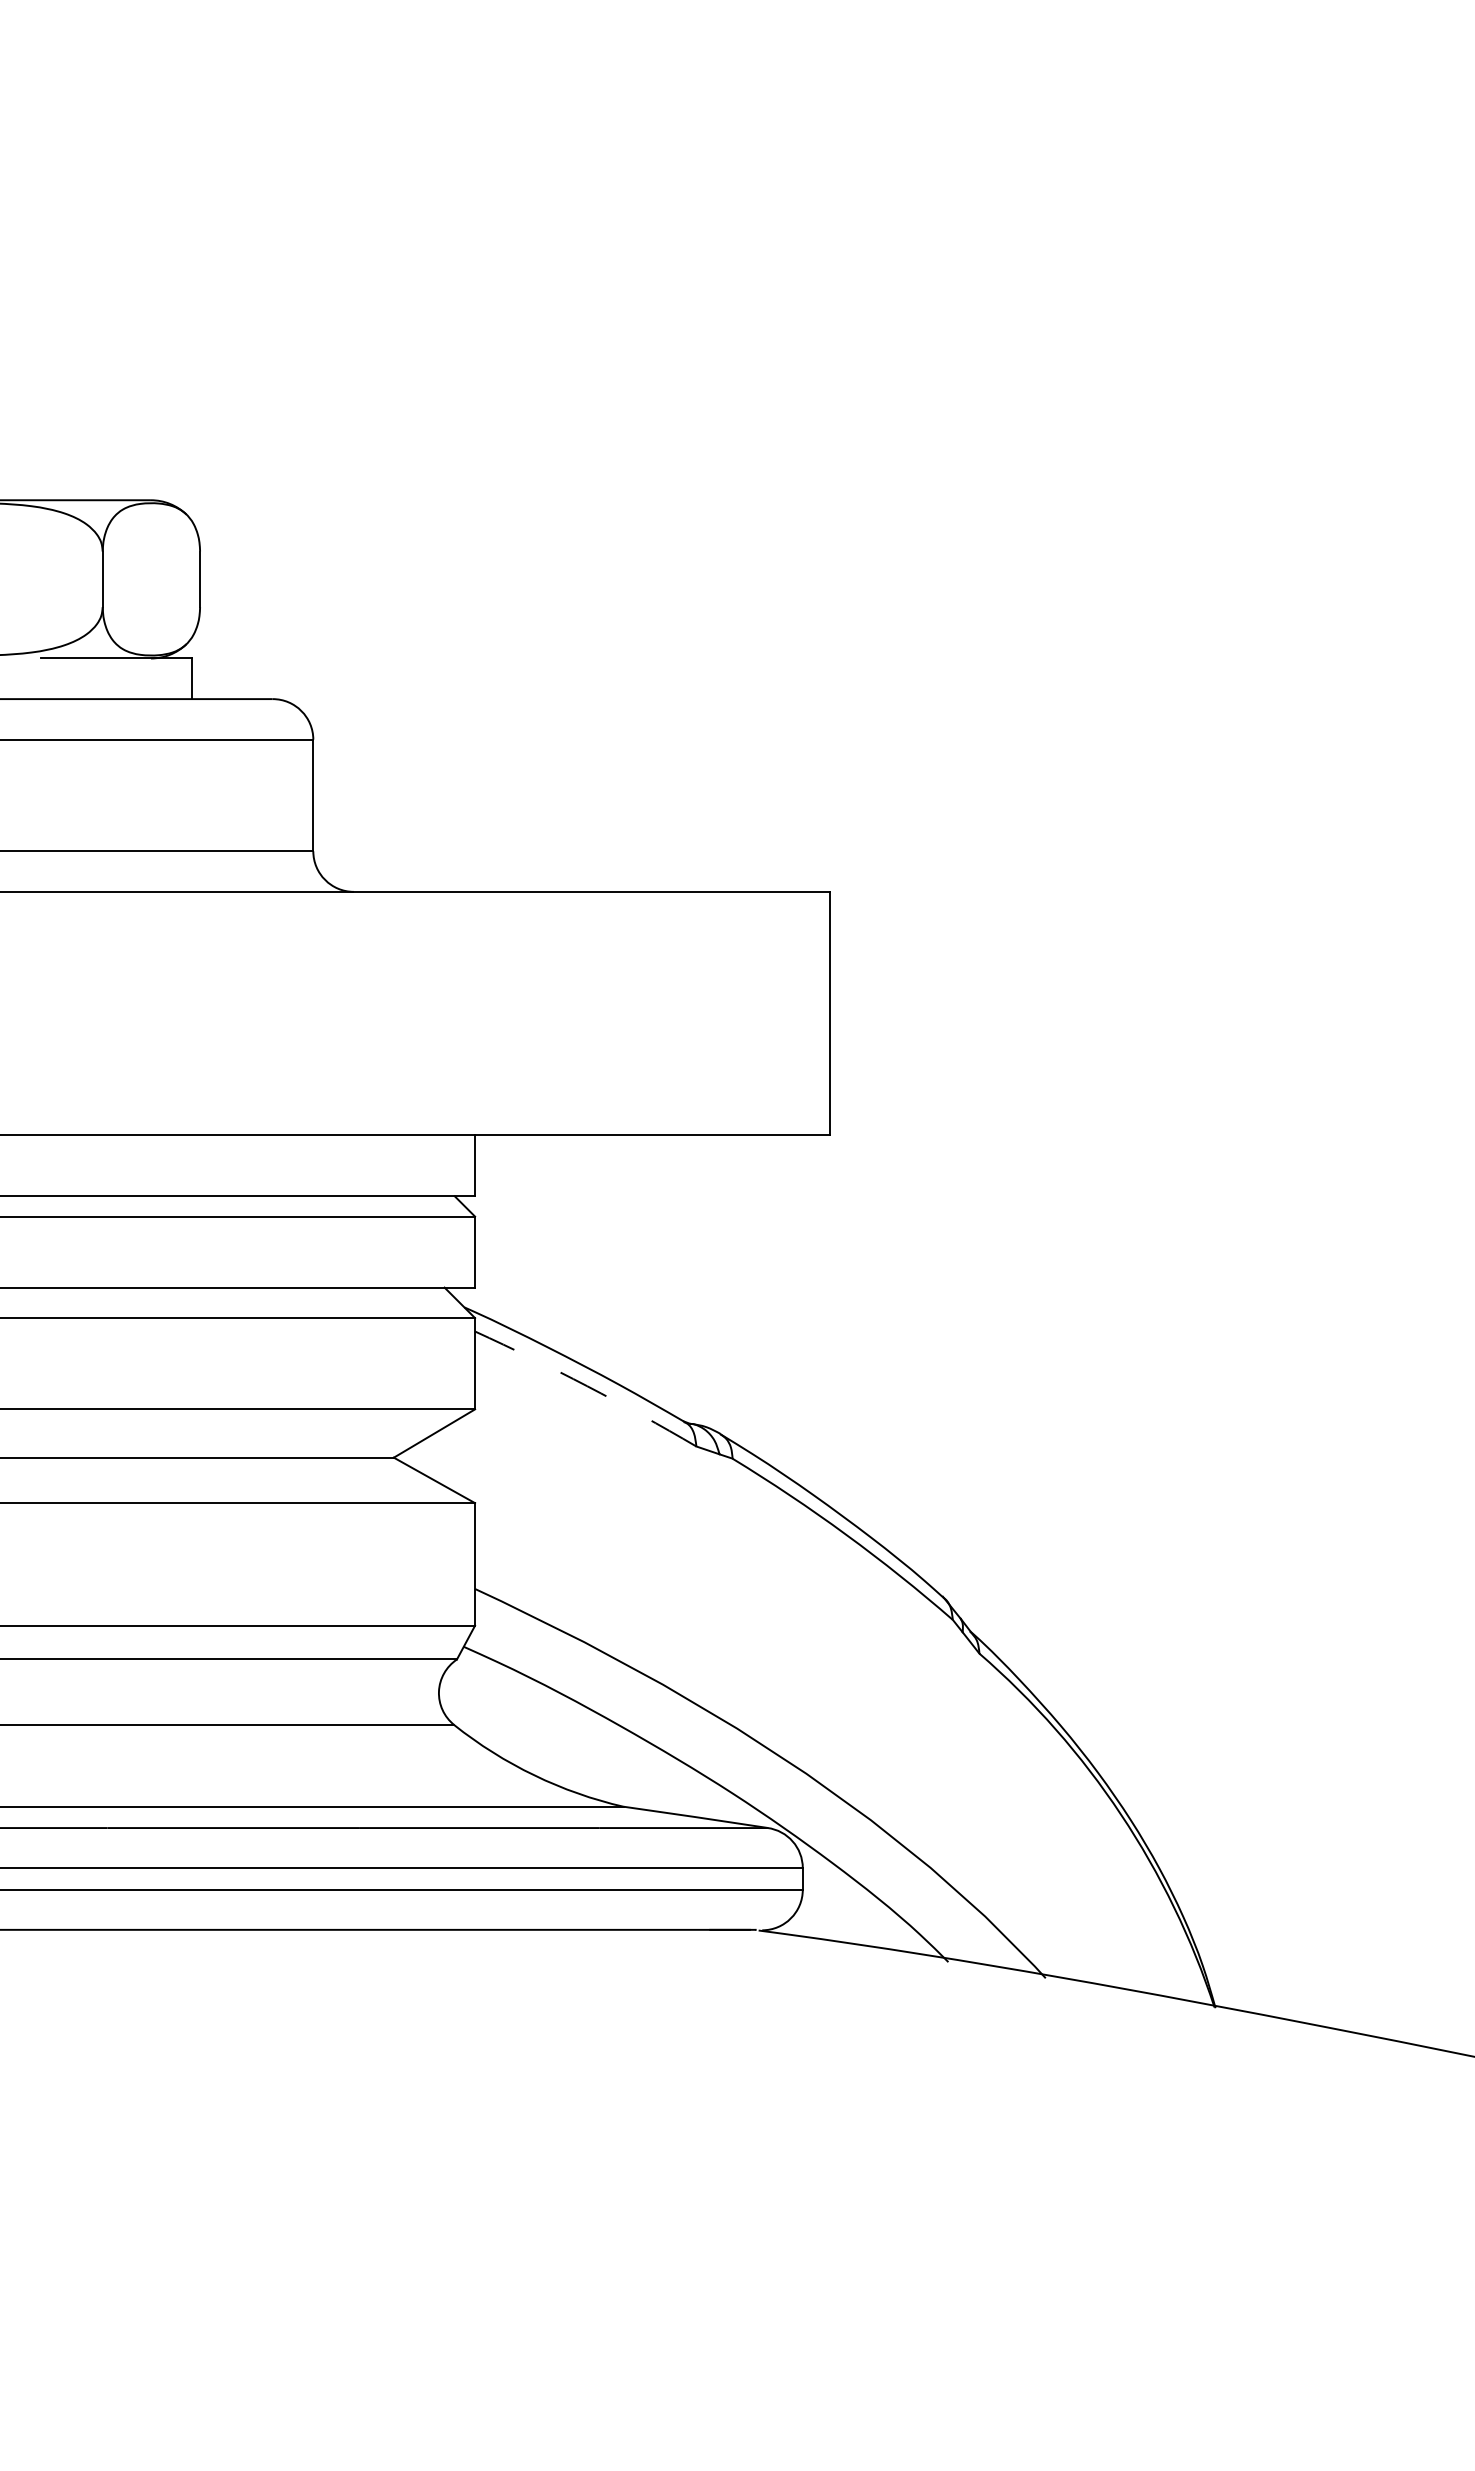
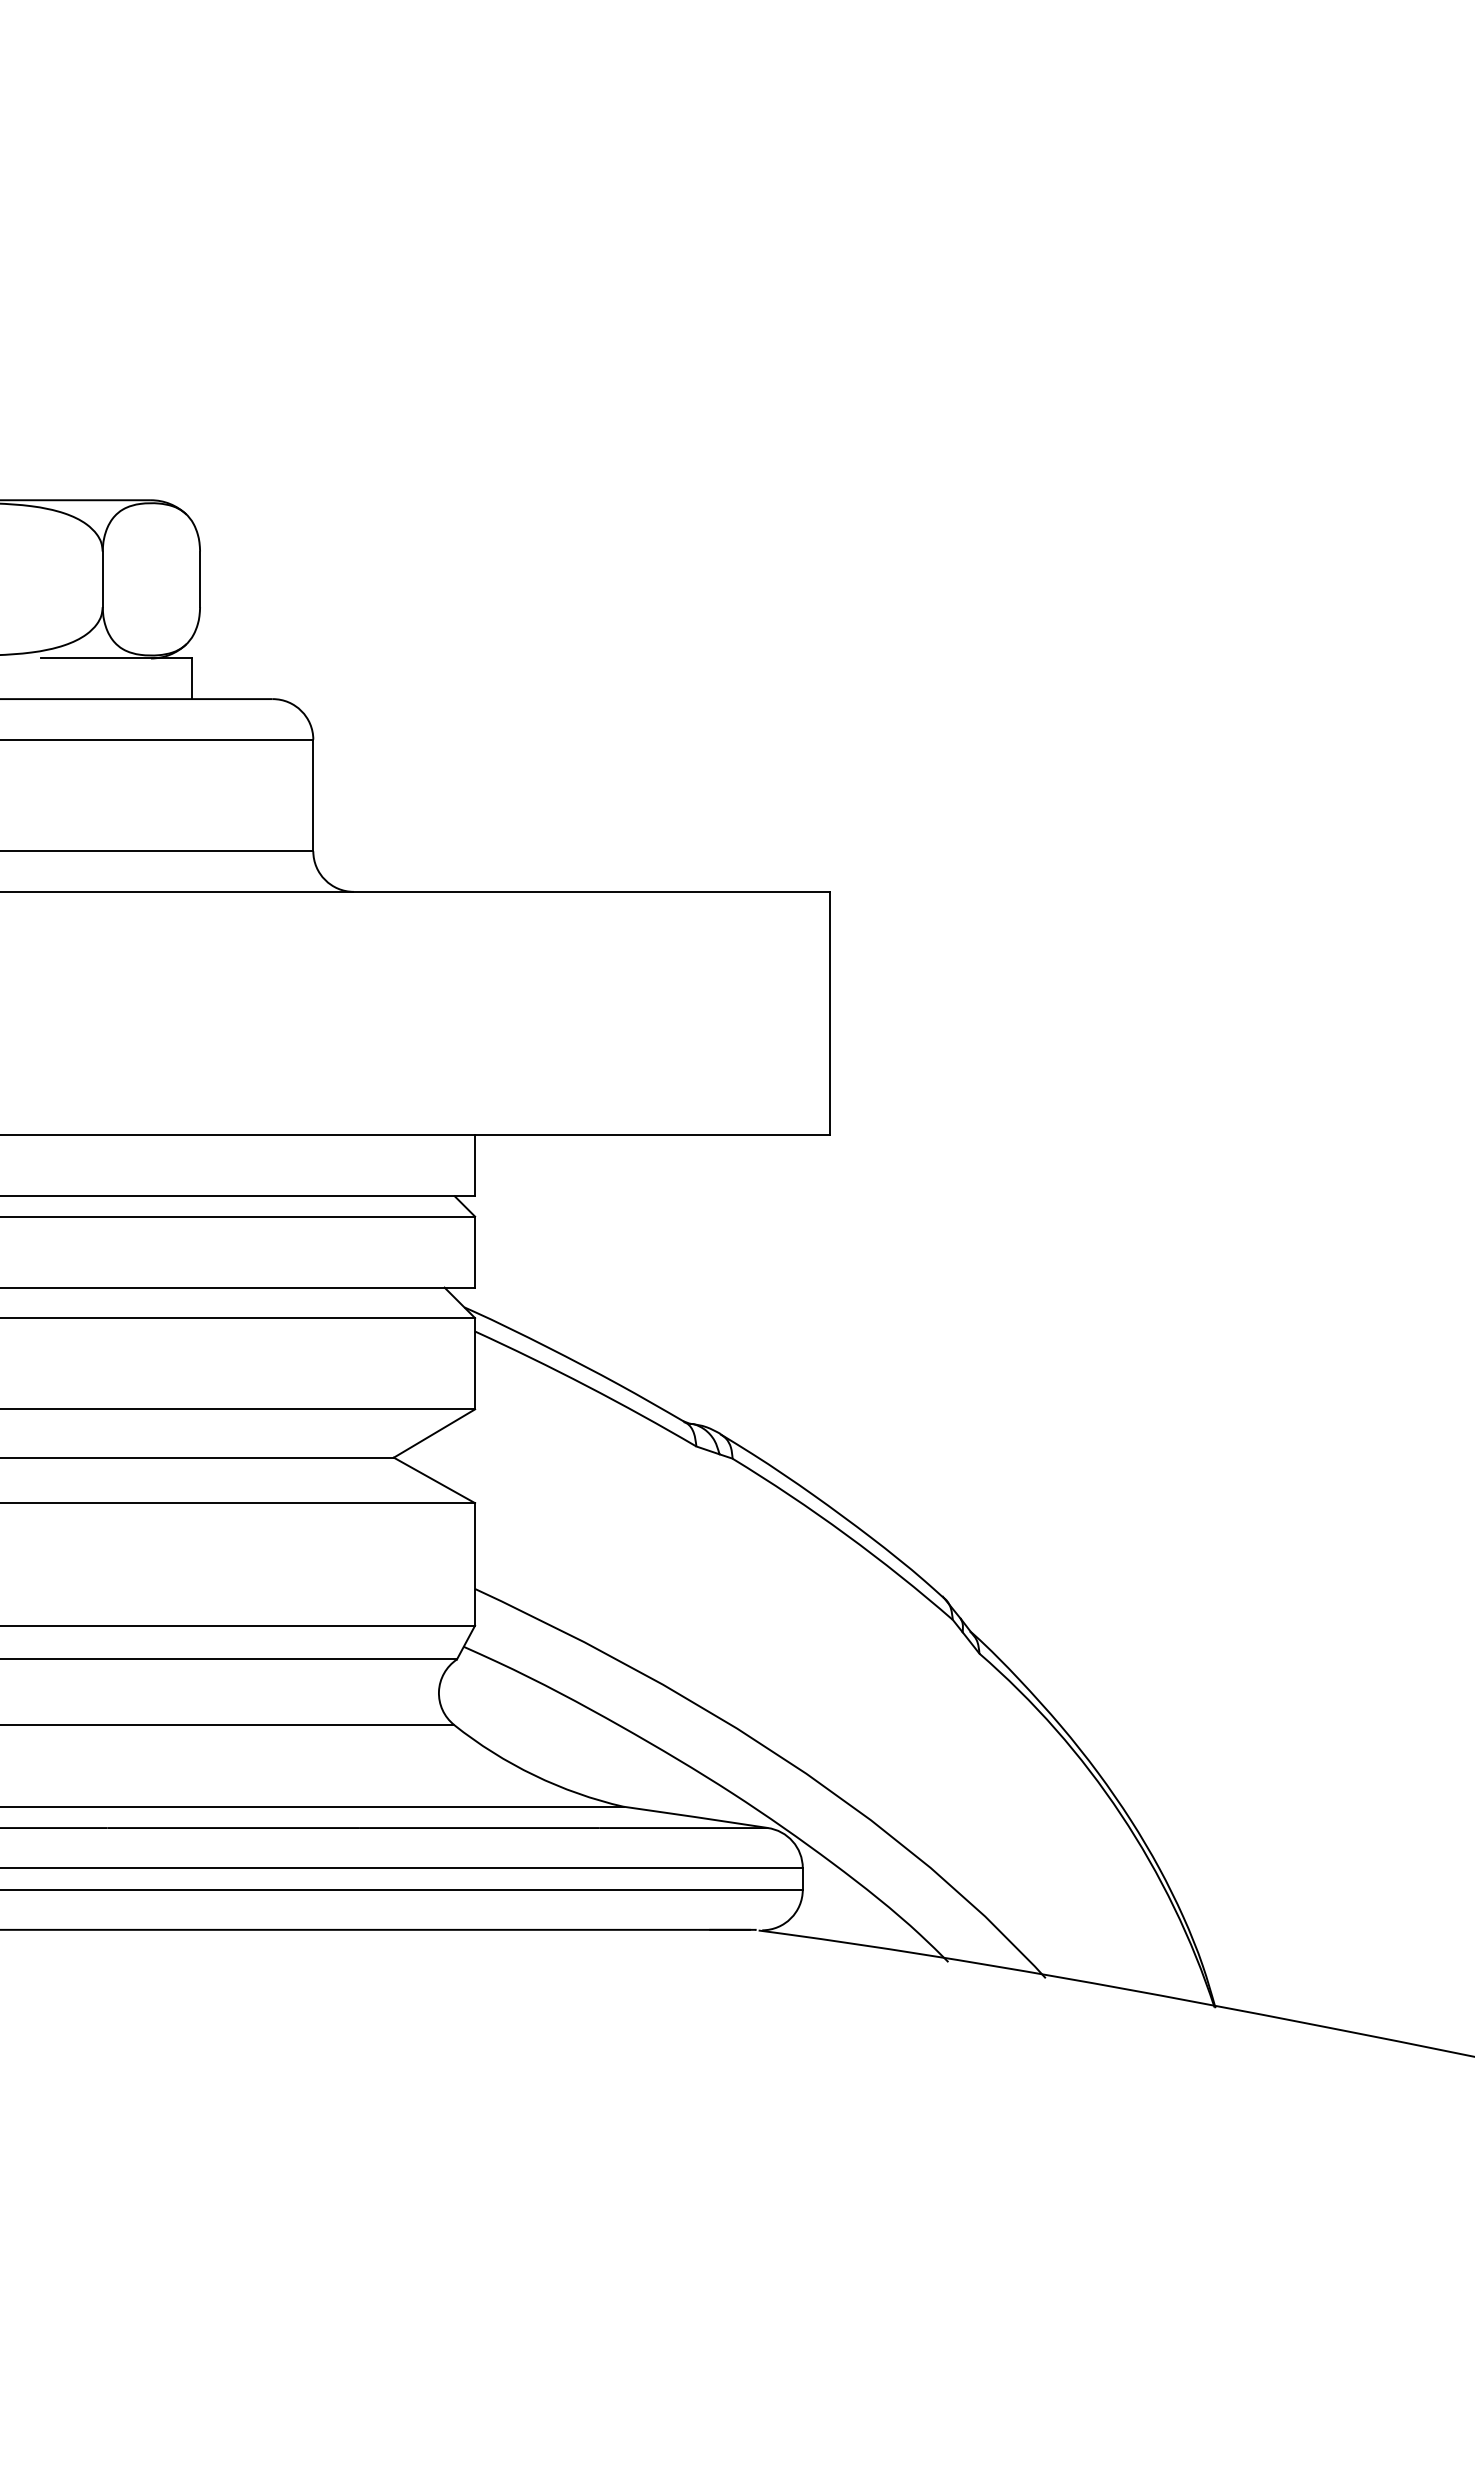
arc at (587, 1386): dashed -> solid
